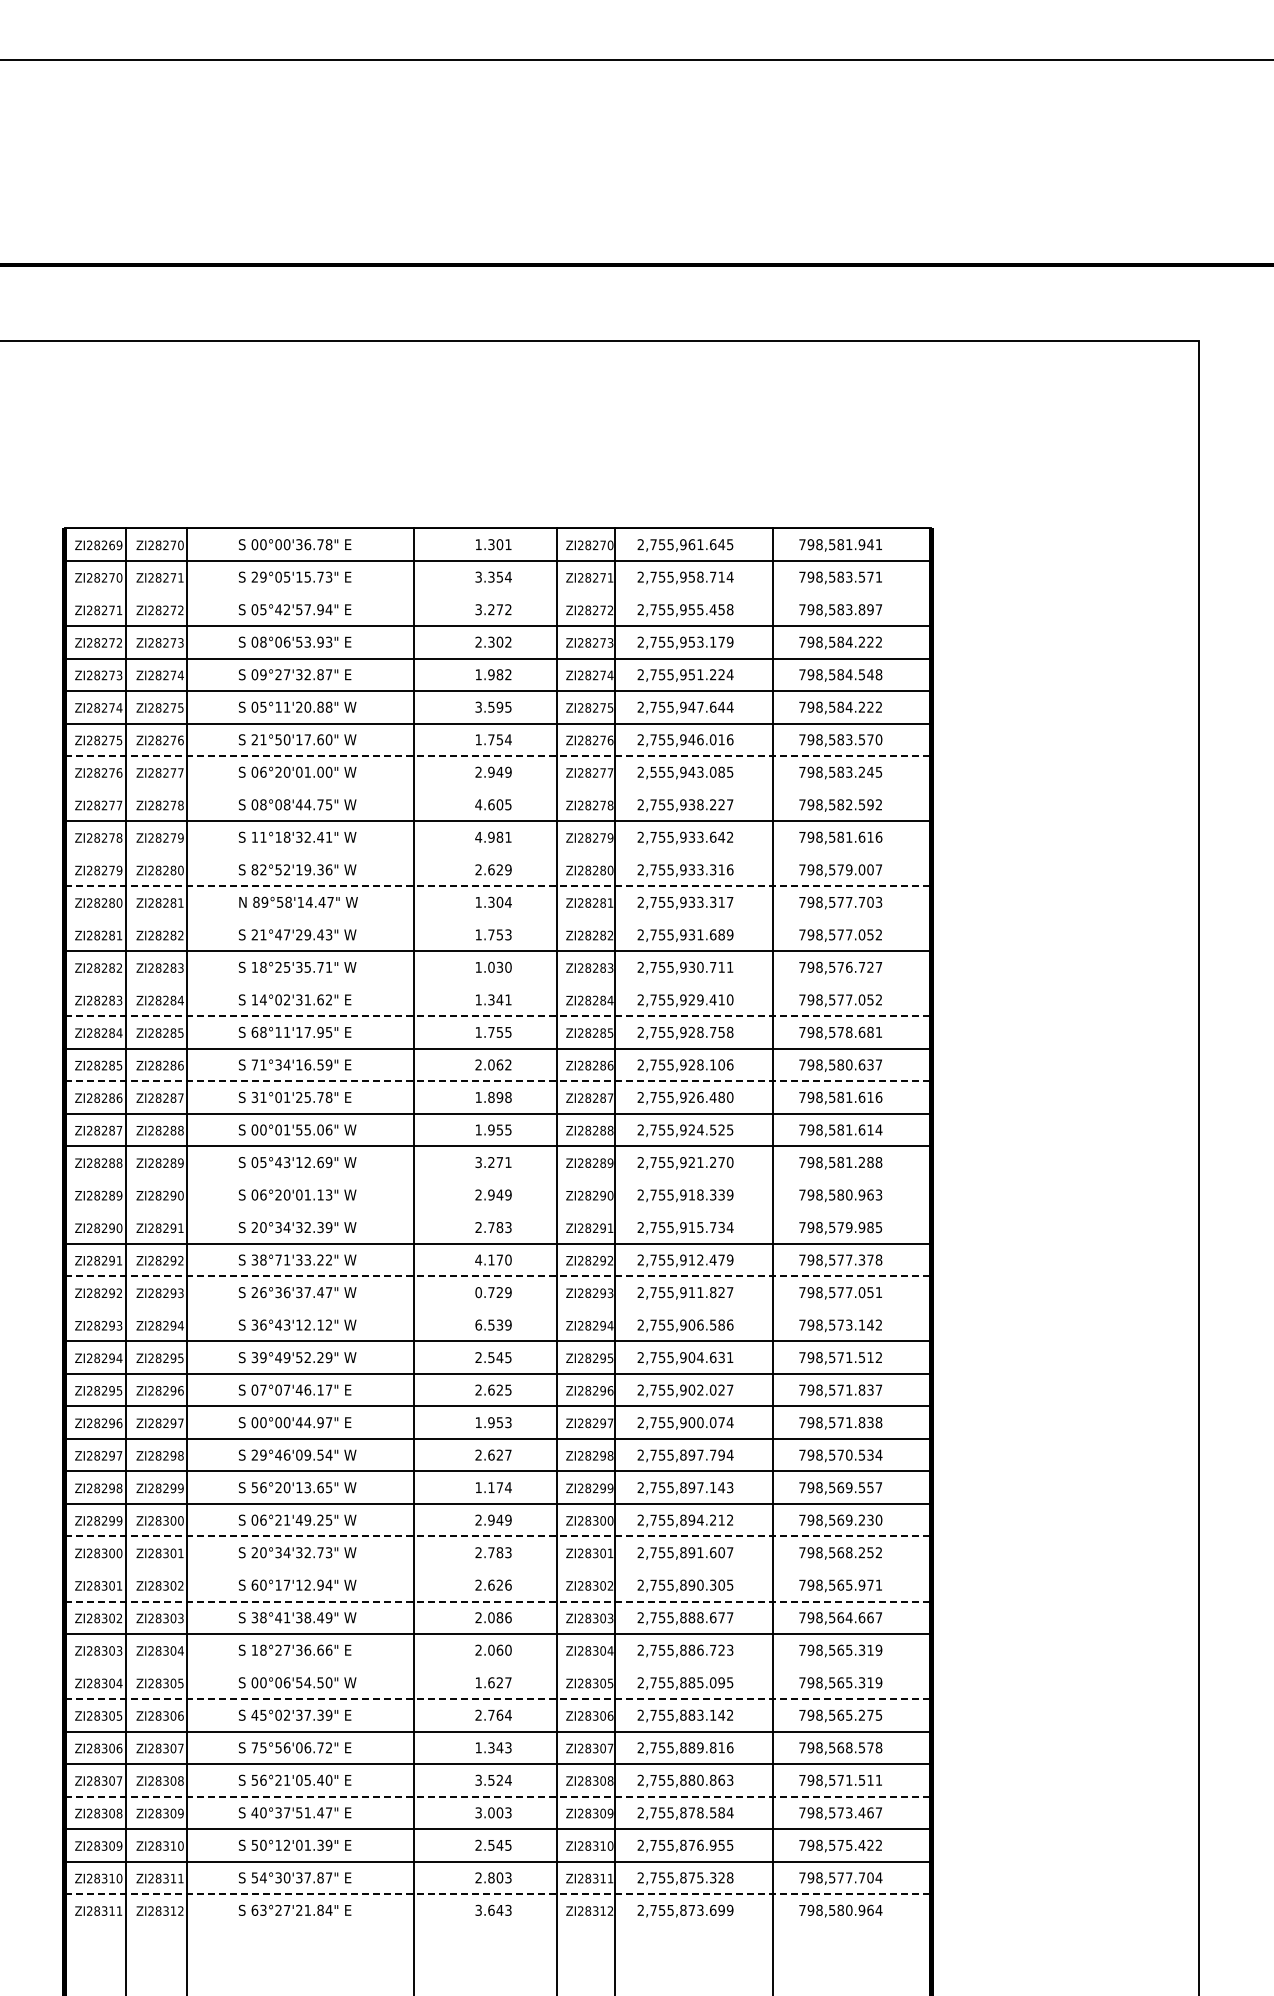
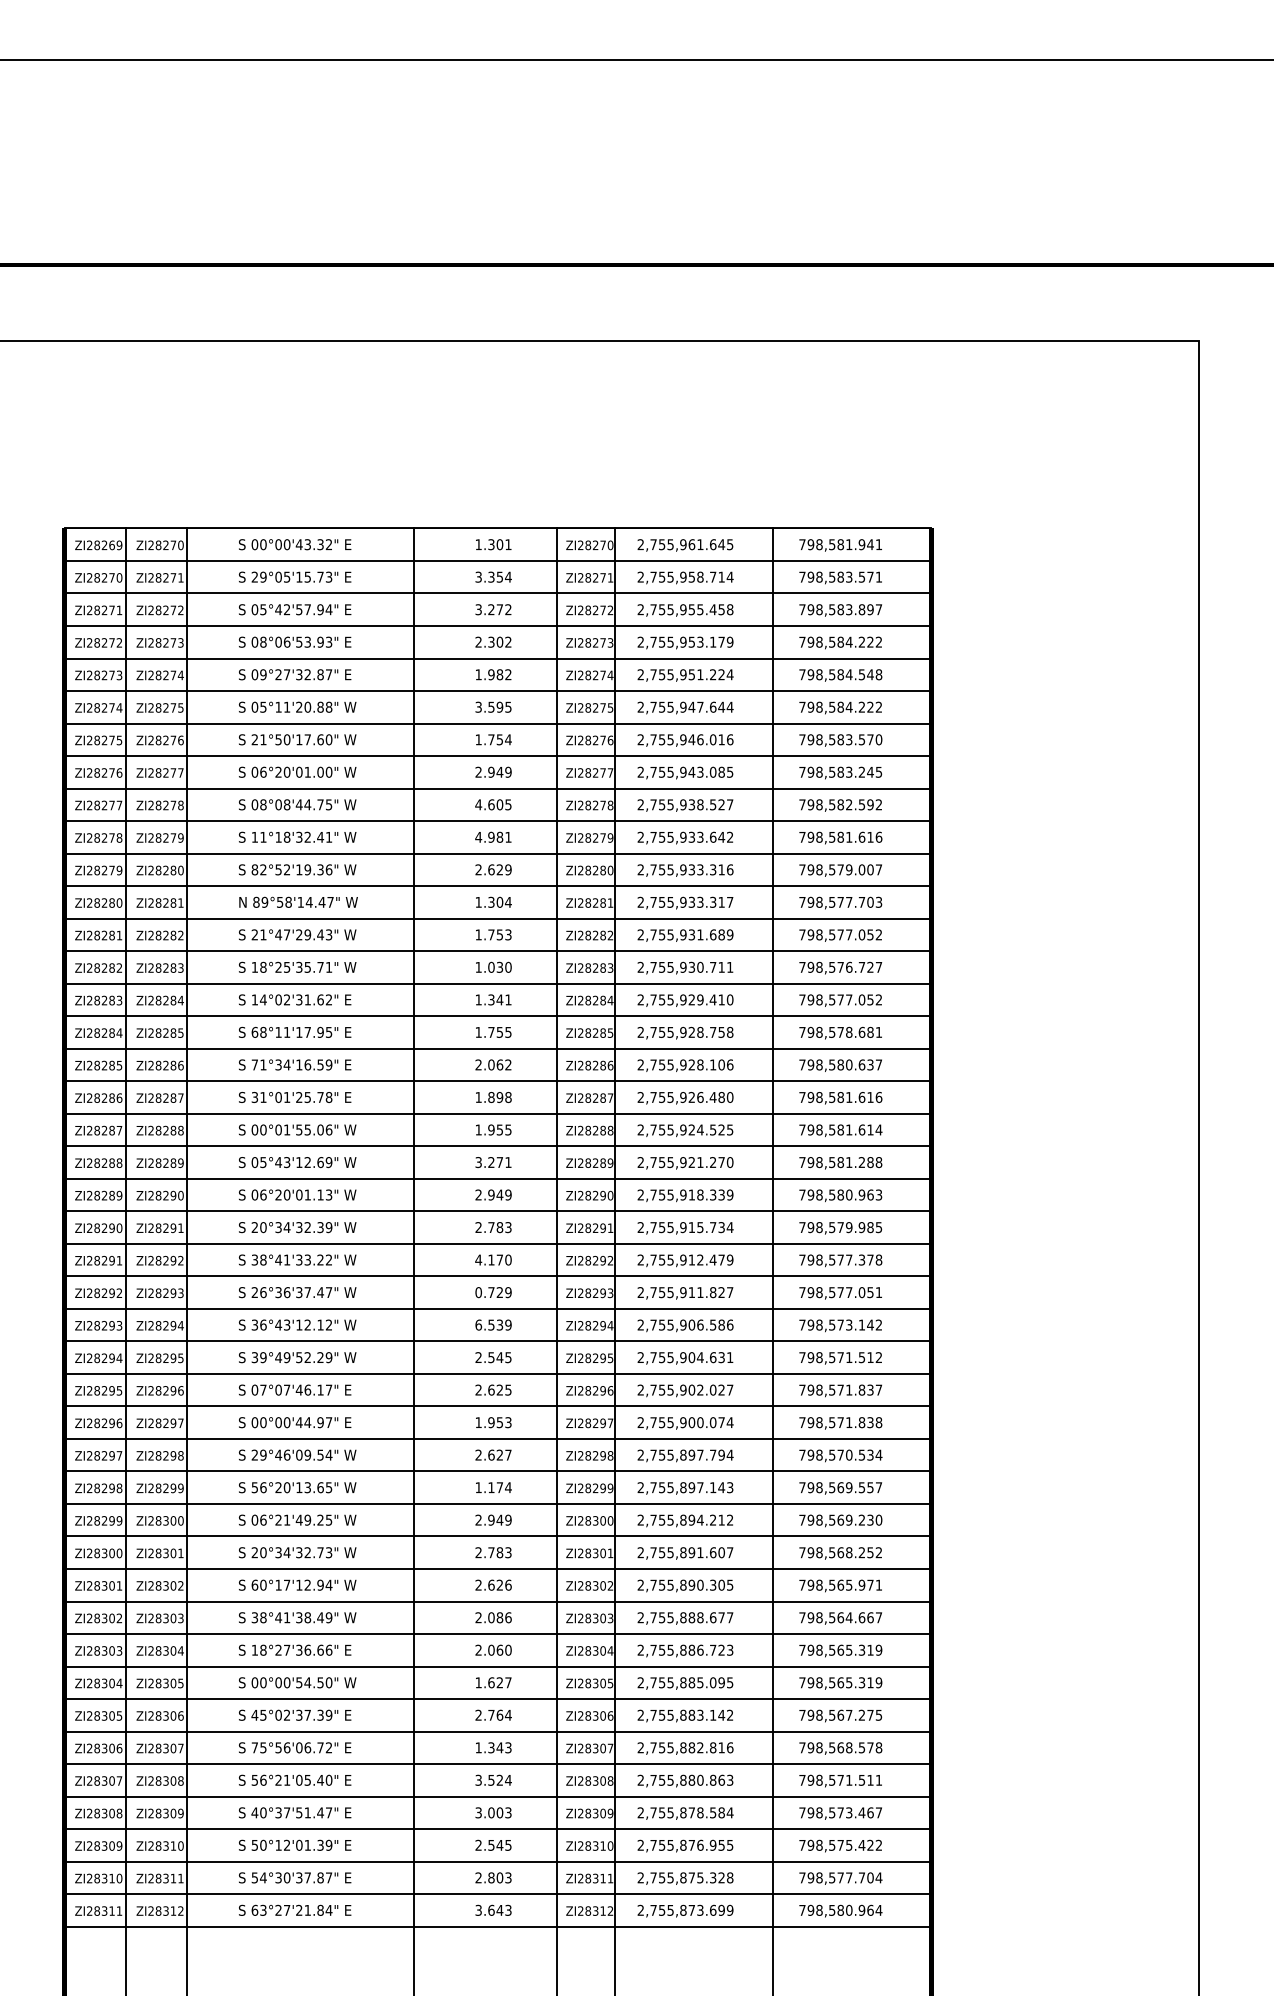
text at (313, 544): 00°00'36.78" -> 00°00'43.32"
line at (497, 593): none -> present
line at (498, 756): dashed -> solid
text at (653, 772): 2,555,943.085 -> 2,755,943.085
line at (497, 788): none -> present
text at (713, 804): 2,755,938.227 -> 2,755,938.527
line at (497, 853): none -> present
line at (498, 886): dashed -> solid
line at (497, 918): none -> present
line at (497, 983): none -> present
line at (498, 1016): dashed -> solid
line at (498, 1081): dashed -> solid
line at (497, 1178): none -> present
line at (497, 1211): none -> present
text at (278, 1259): 38°71'33.22" -> 38°41'33.22"
line at (498, 1276): dashed -> solid
line at (497, 1308): none -> present
line at (498, 1536): dashed -> solid
line at (497, 1568): none -> present
line at (498, 1601): dashed -> solid
line at (497, 1666): none -> present
text at (287, 1682): 00°06'54.50" -> 00°00'54.50"
line at (498, 1699): dashed -> solid
text at (849, 1715): 798,565.275 -> 798,567.275
text at (700, 1747): 2,755,889.816 -> 2,755,882.816
line at (498, 1796): dashed -> solid
line at (498, 1894): dashed -> solid
line at (497, 1926): none -> present
